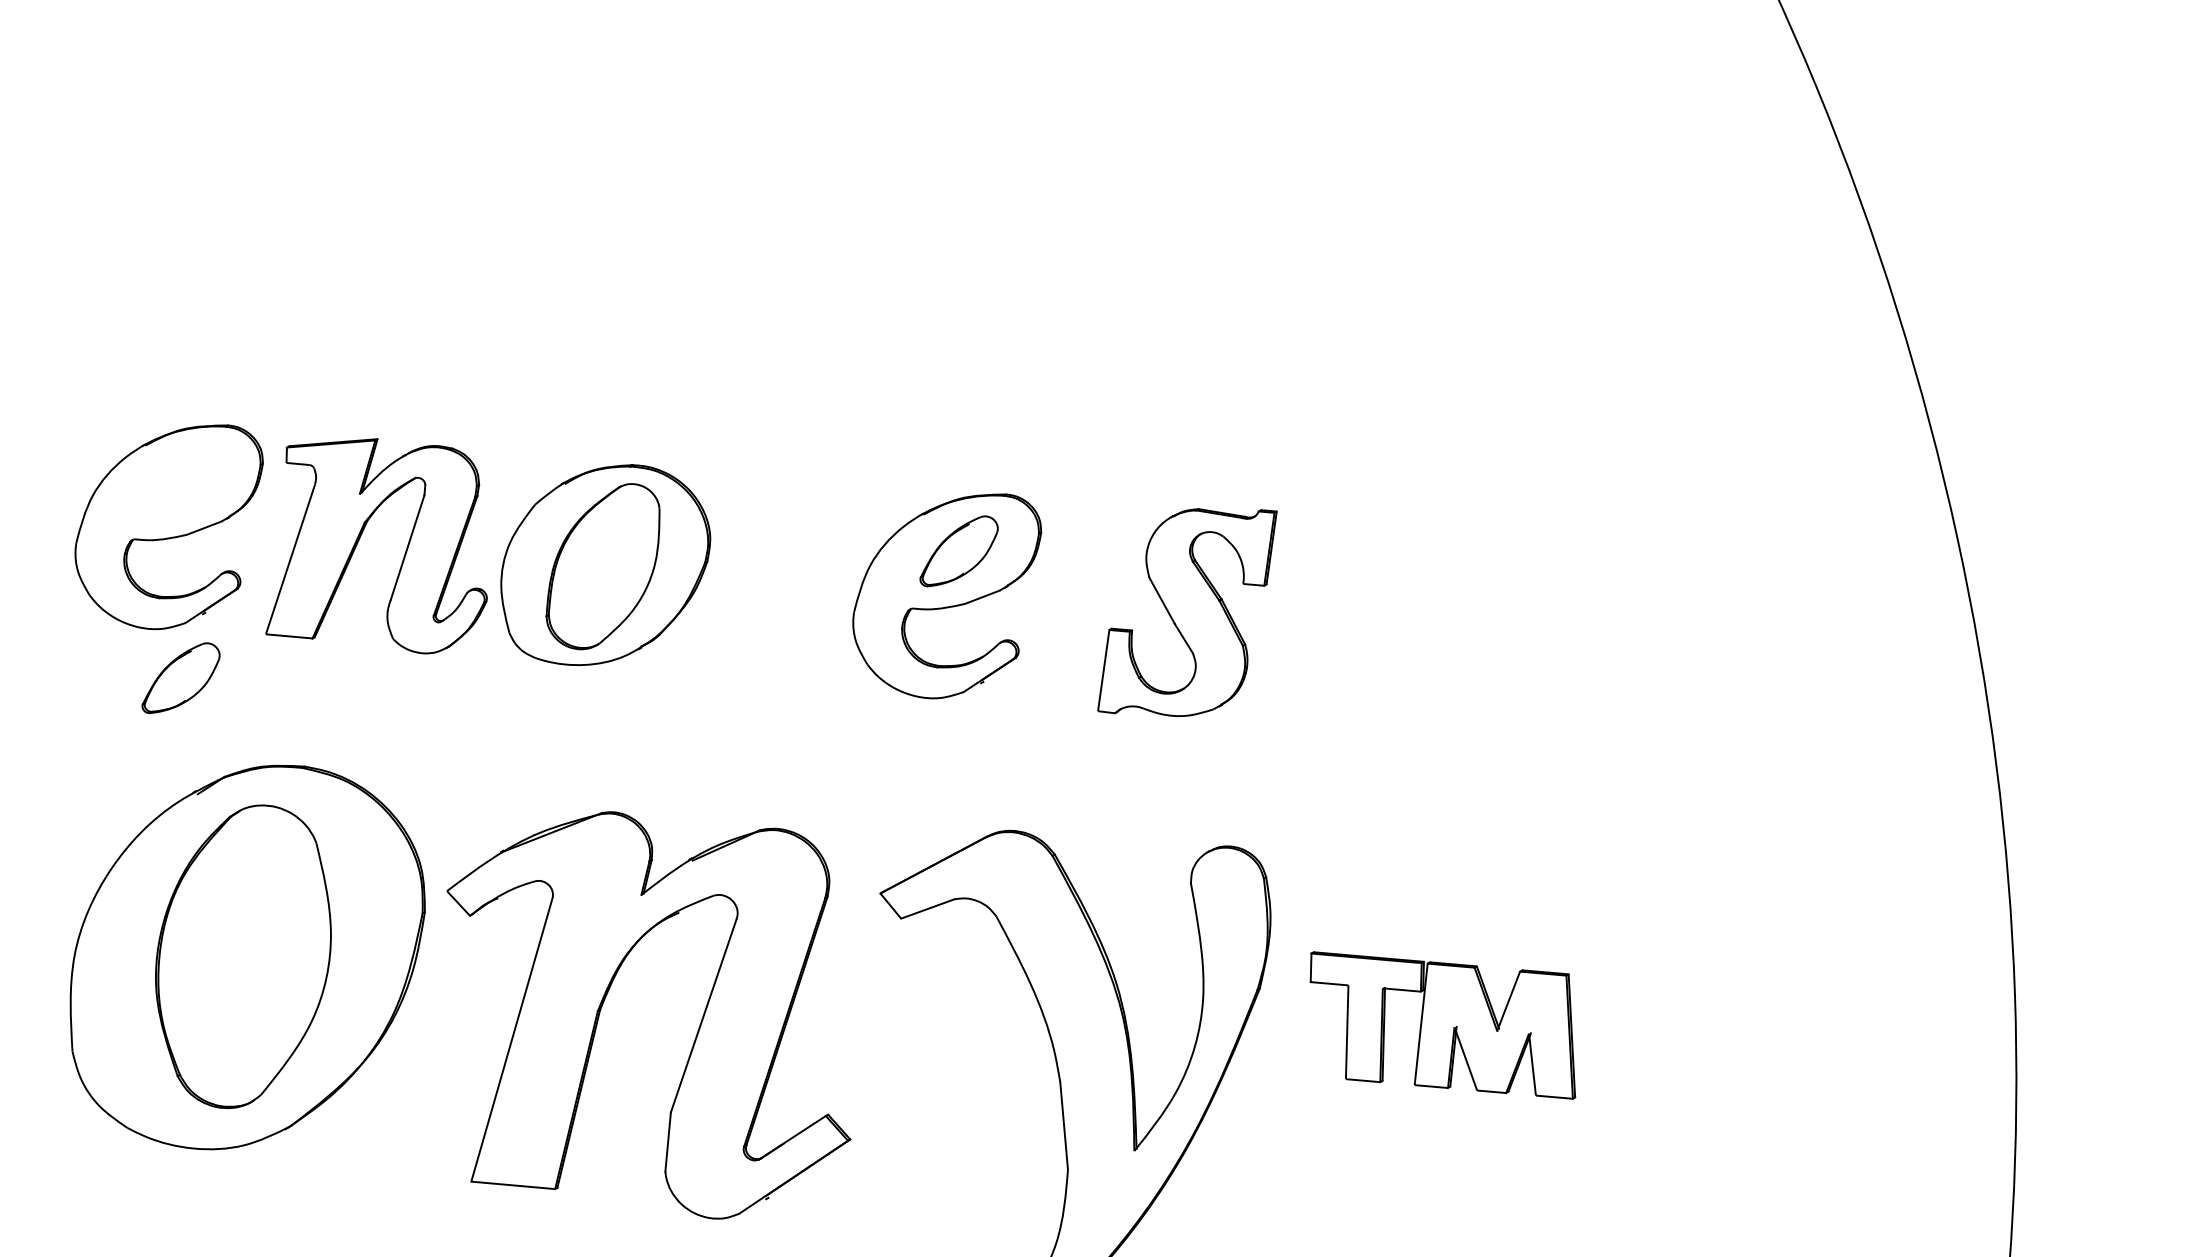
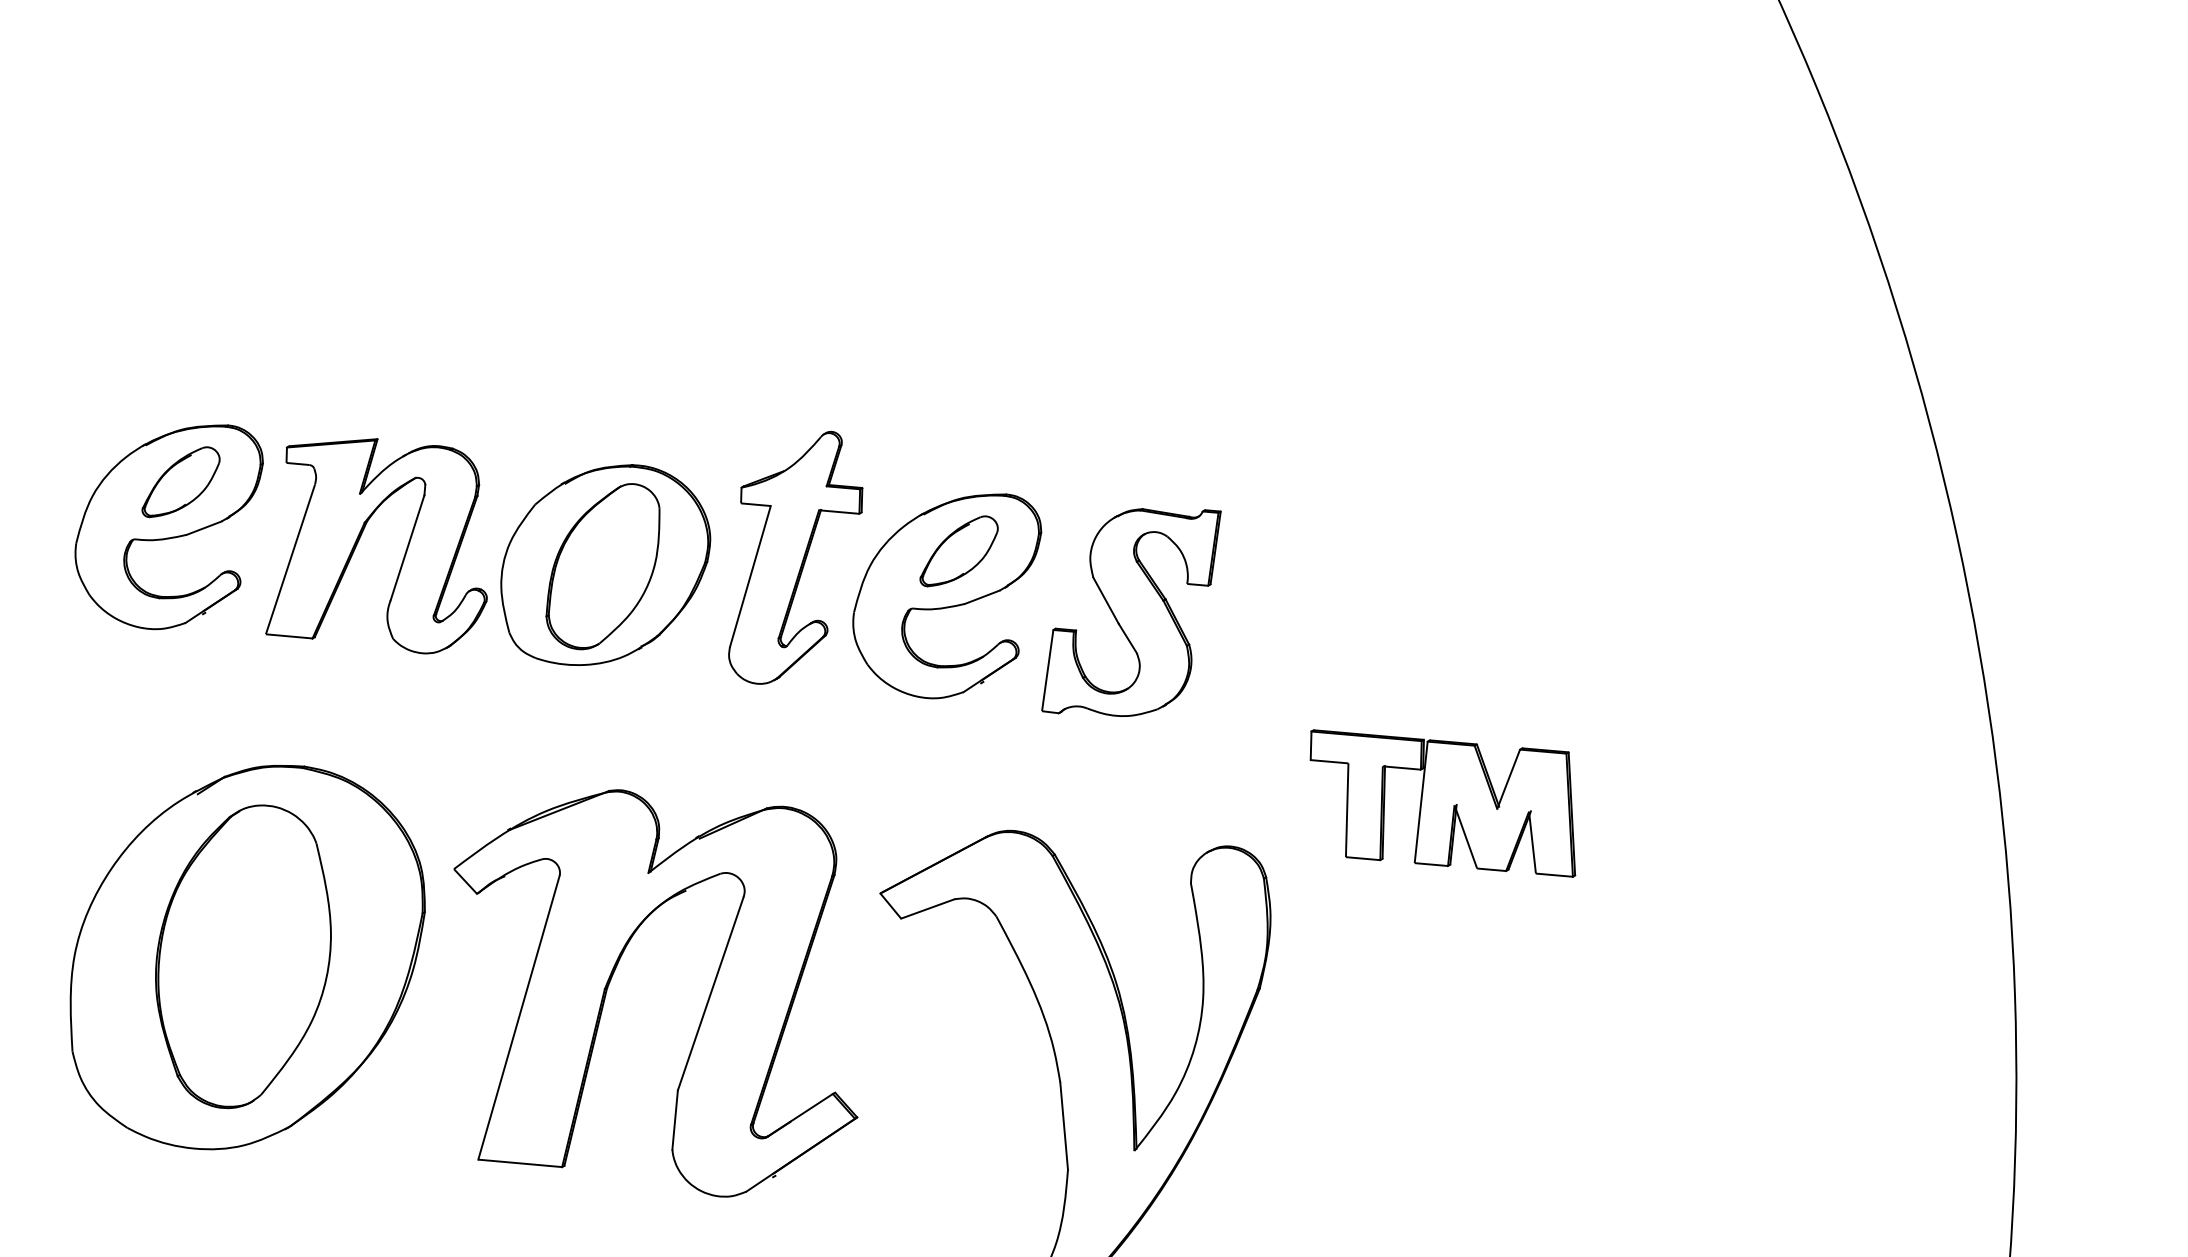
part at (795, 557): none -> present
part at (1187, 612) position: (1187, 612) -> (1131, 612)
part at (180, 678) position: (180, 678) -> (180, 482)
part at (606, 997) position: (606, 997) -> (613, 975)
part at (1442, 1025) position: (1442, 1025) -> (1442, 803)
